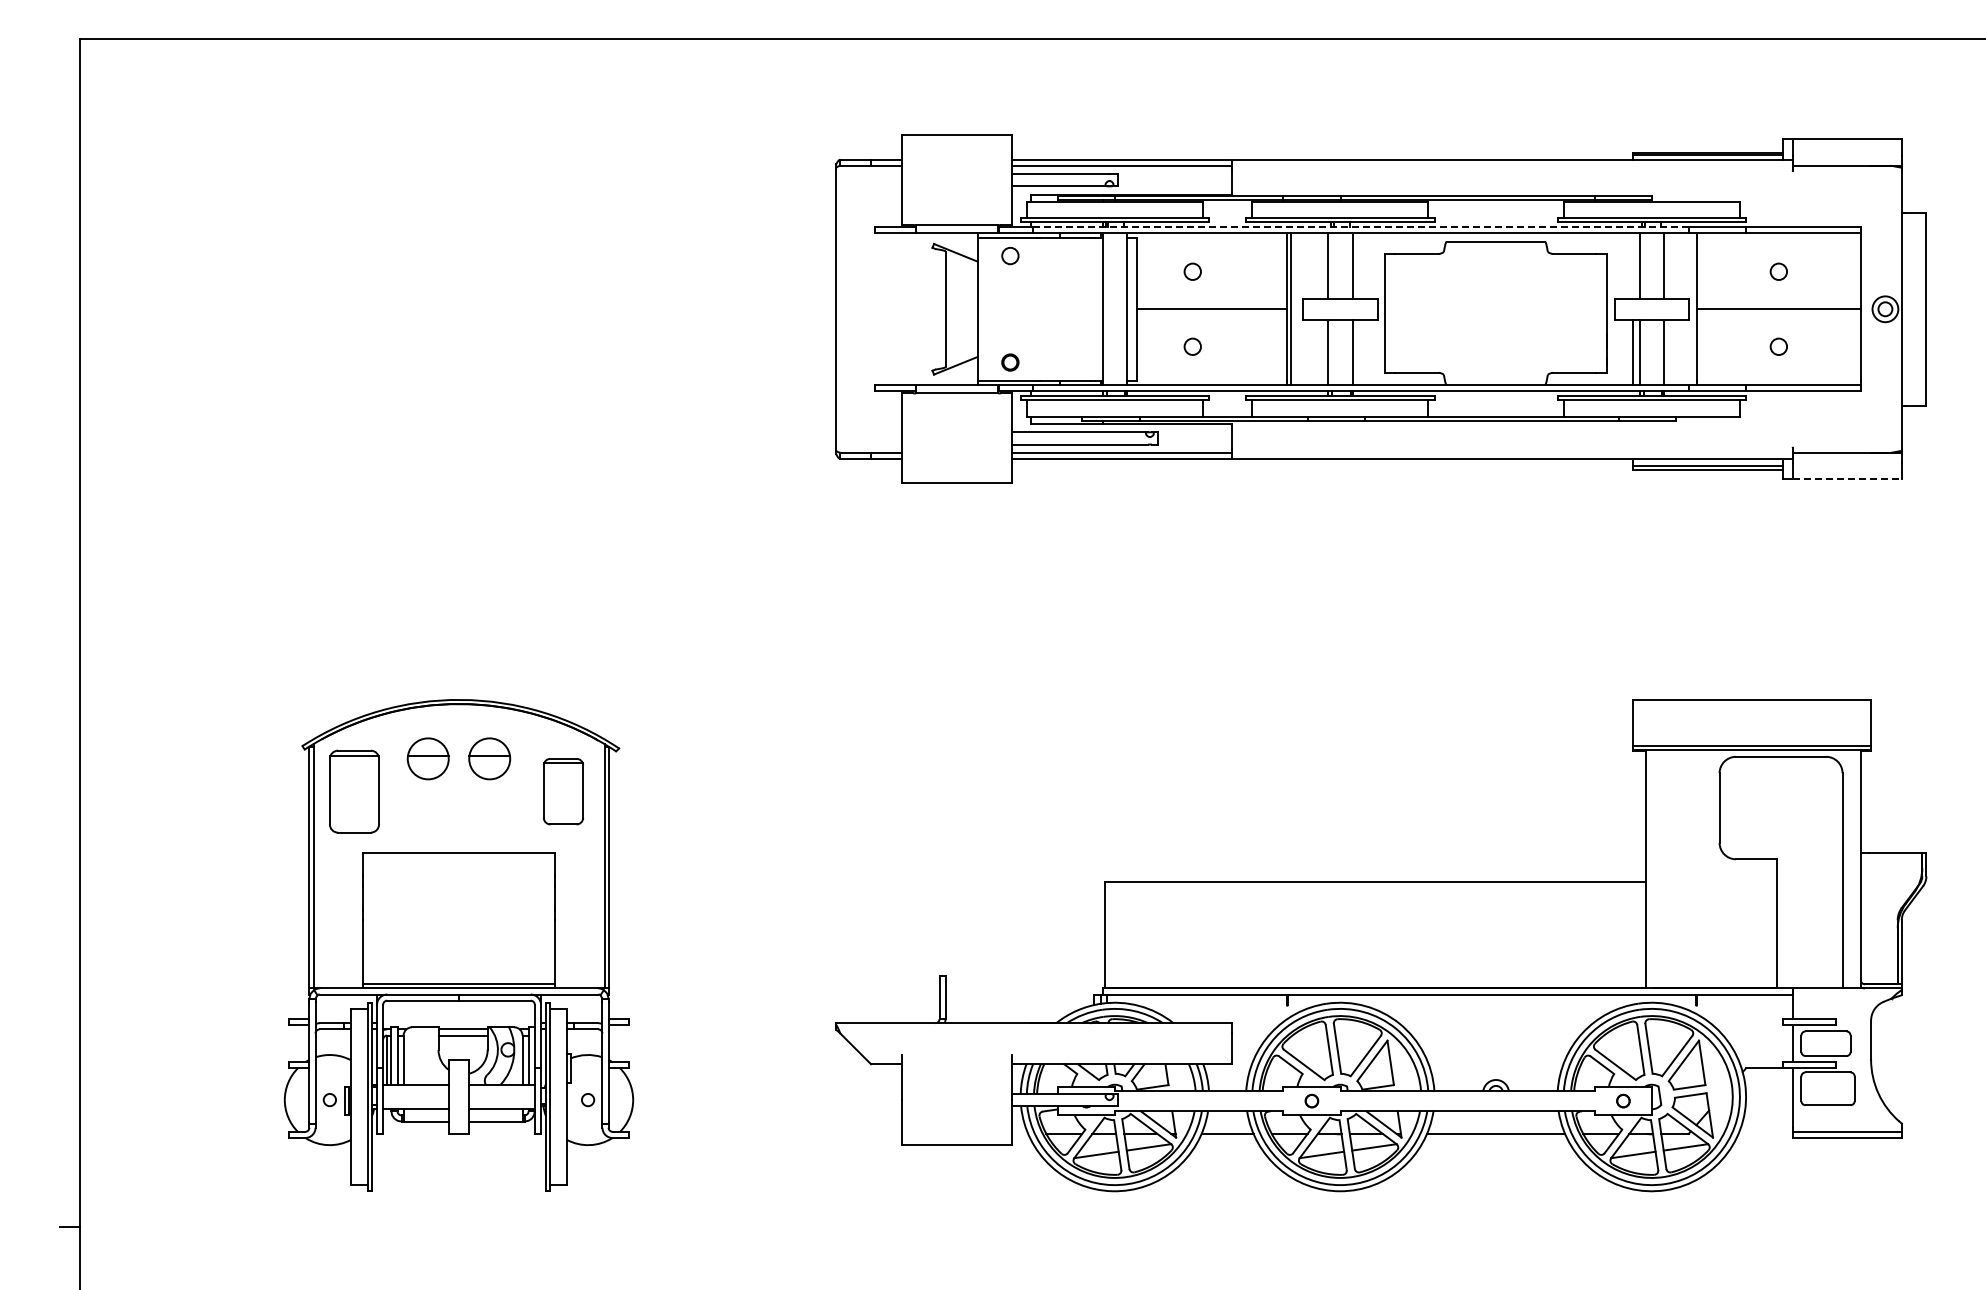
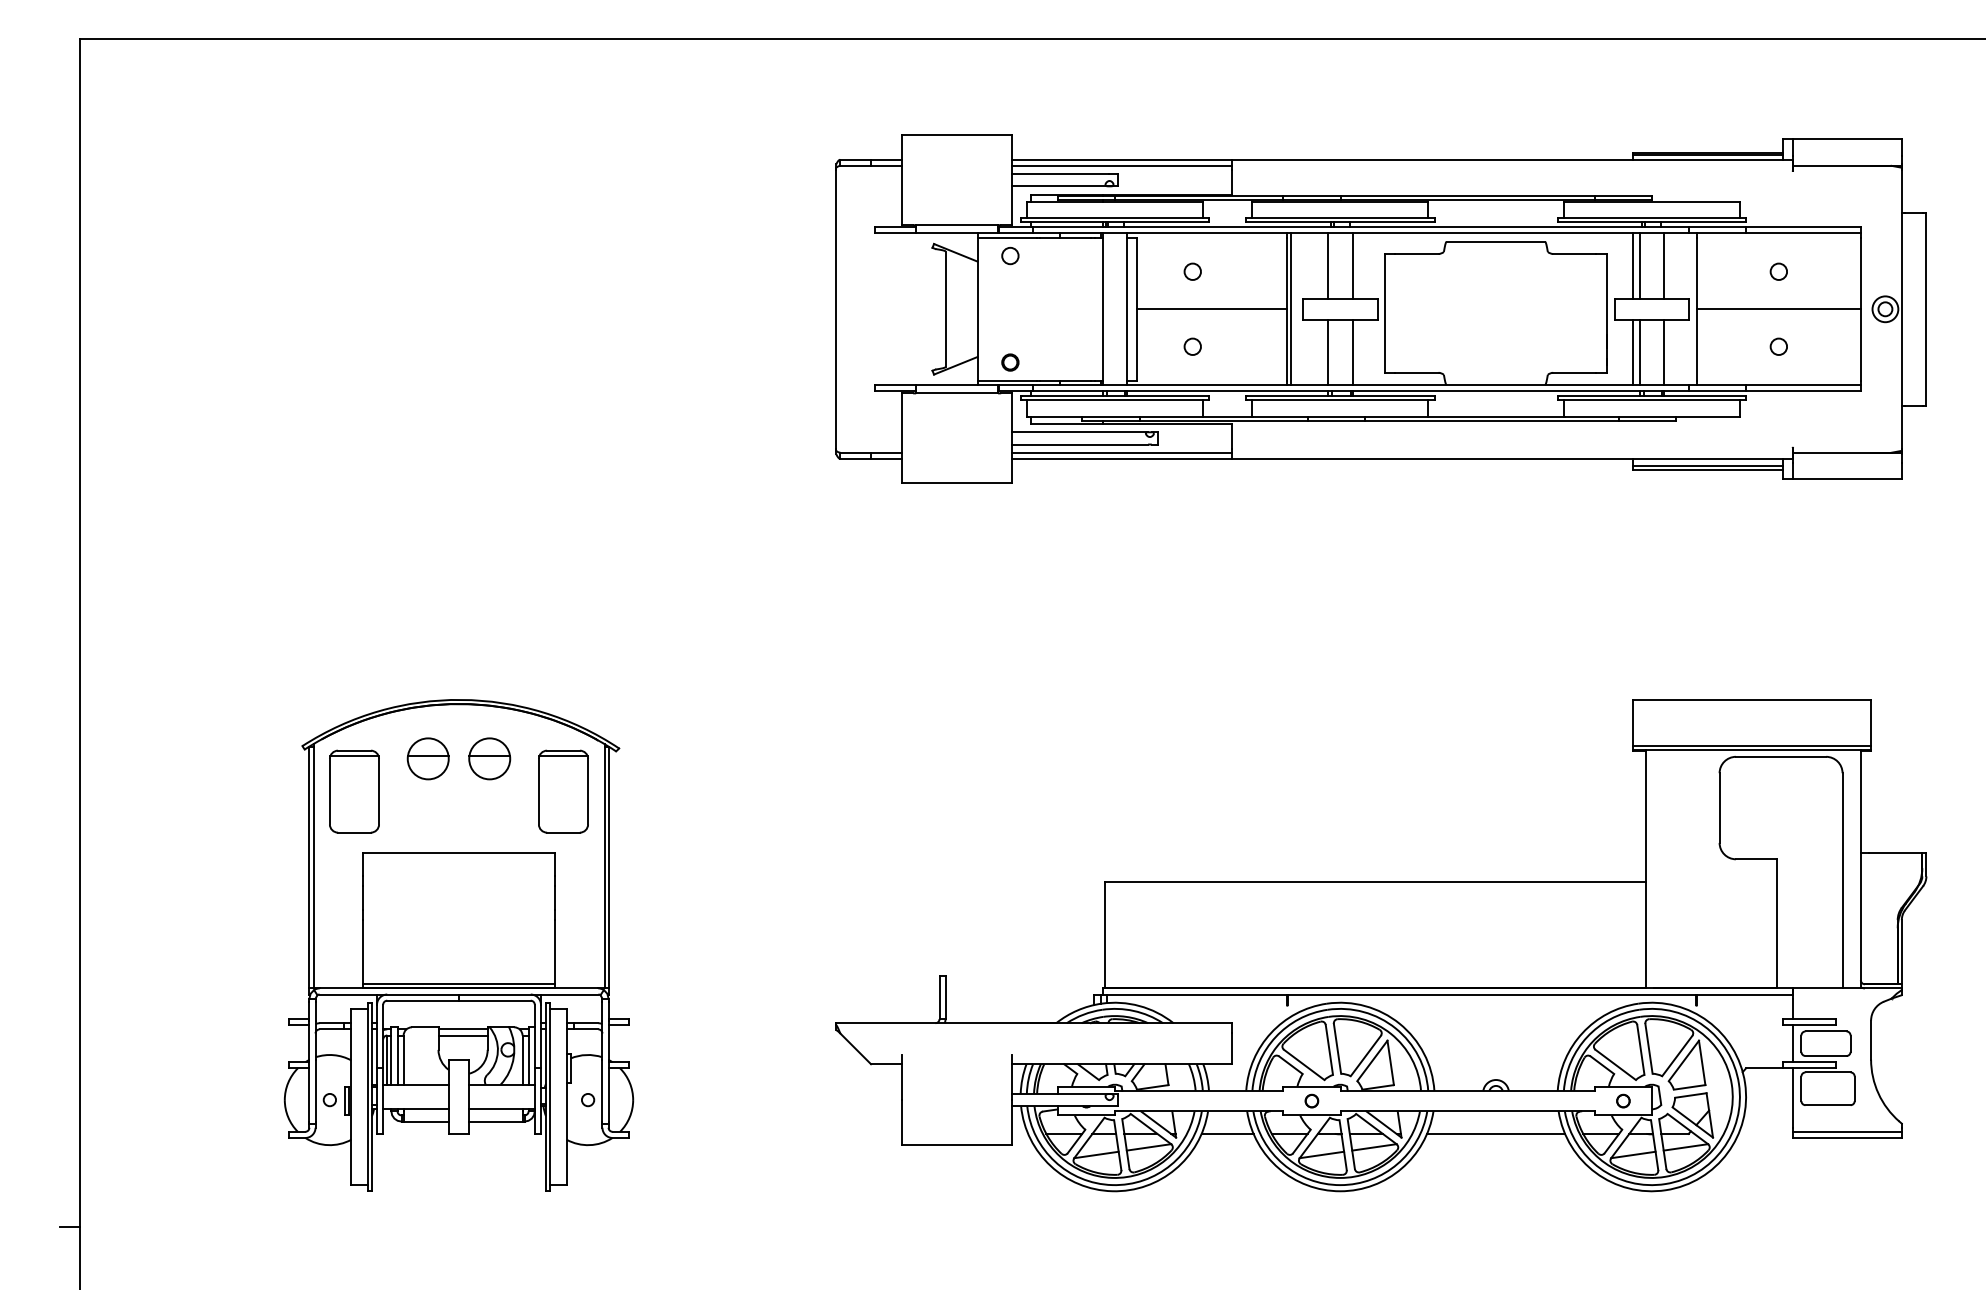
line at (1360, 227): dashed -> solid
line at (1633, 266): none -> present
line at (1848, 479): dashed -> solid
part at (563, 791) size: 41x68 px -> 51x85 px
